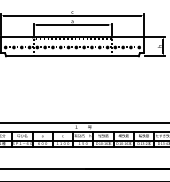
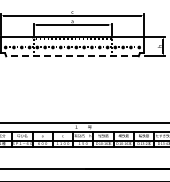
line at (71, 56): solid -> dashed
